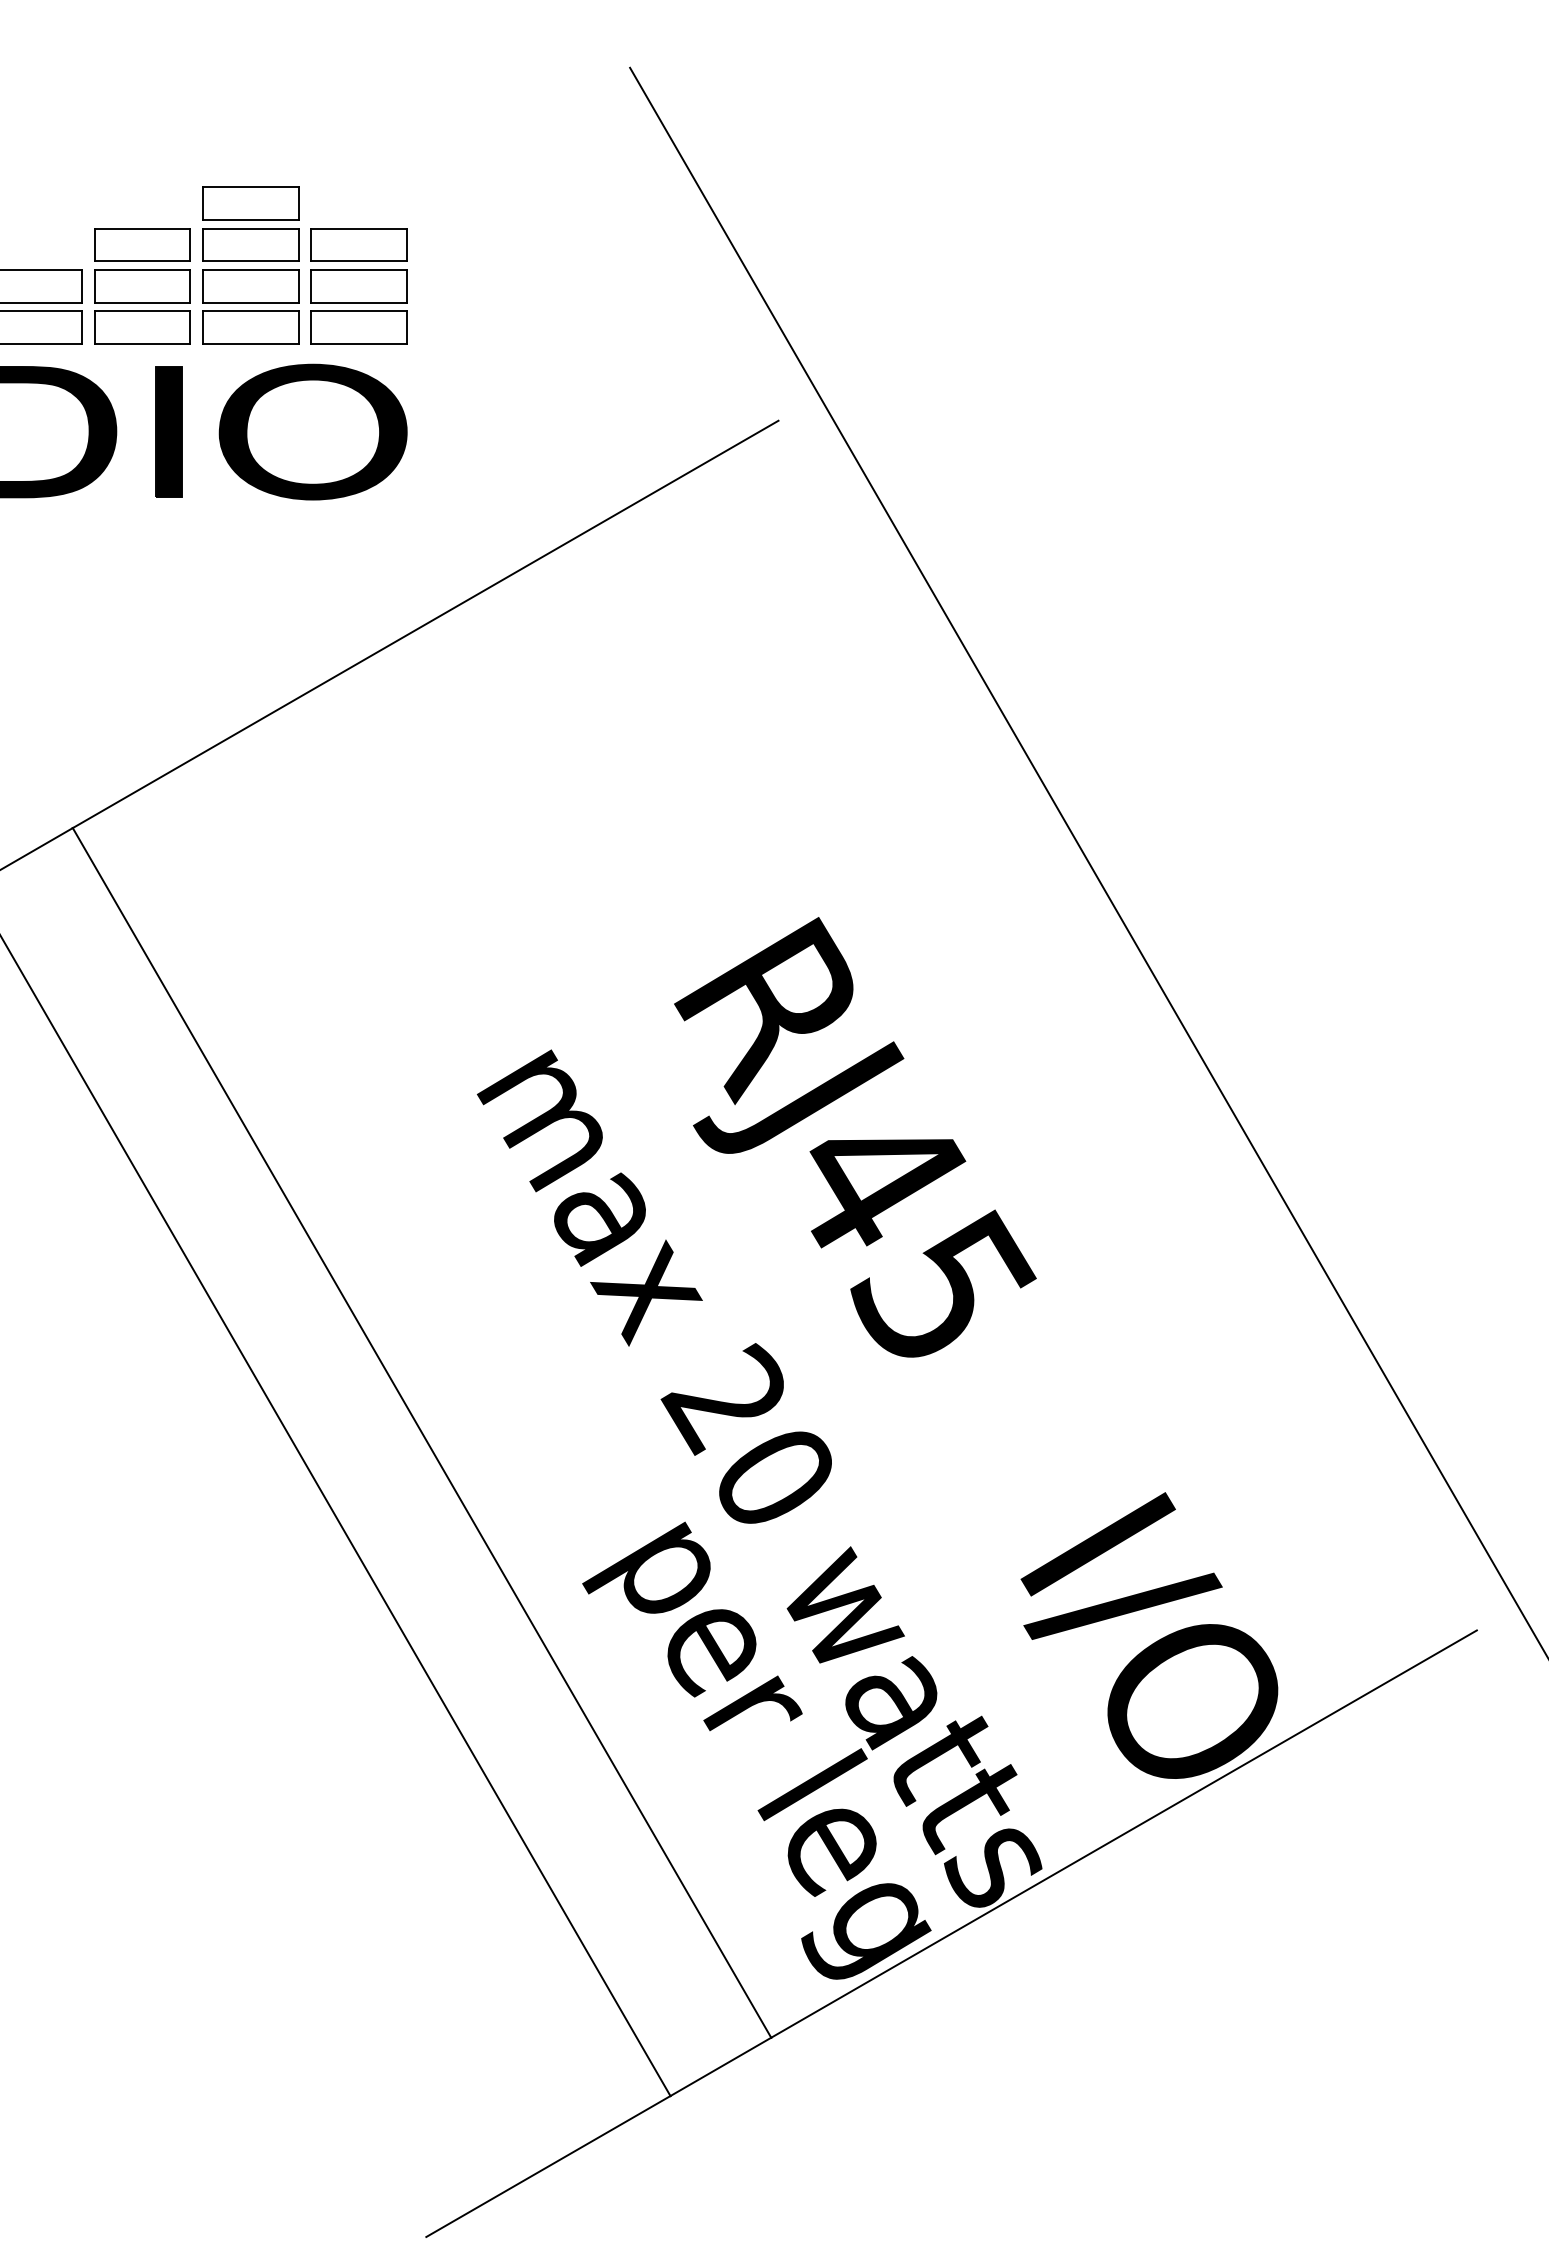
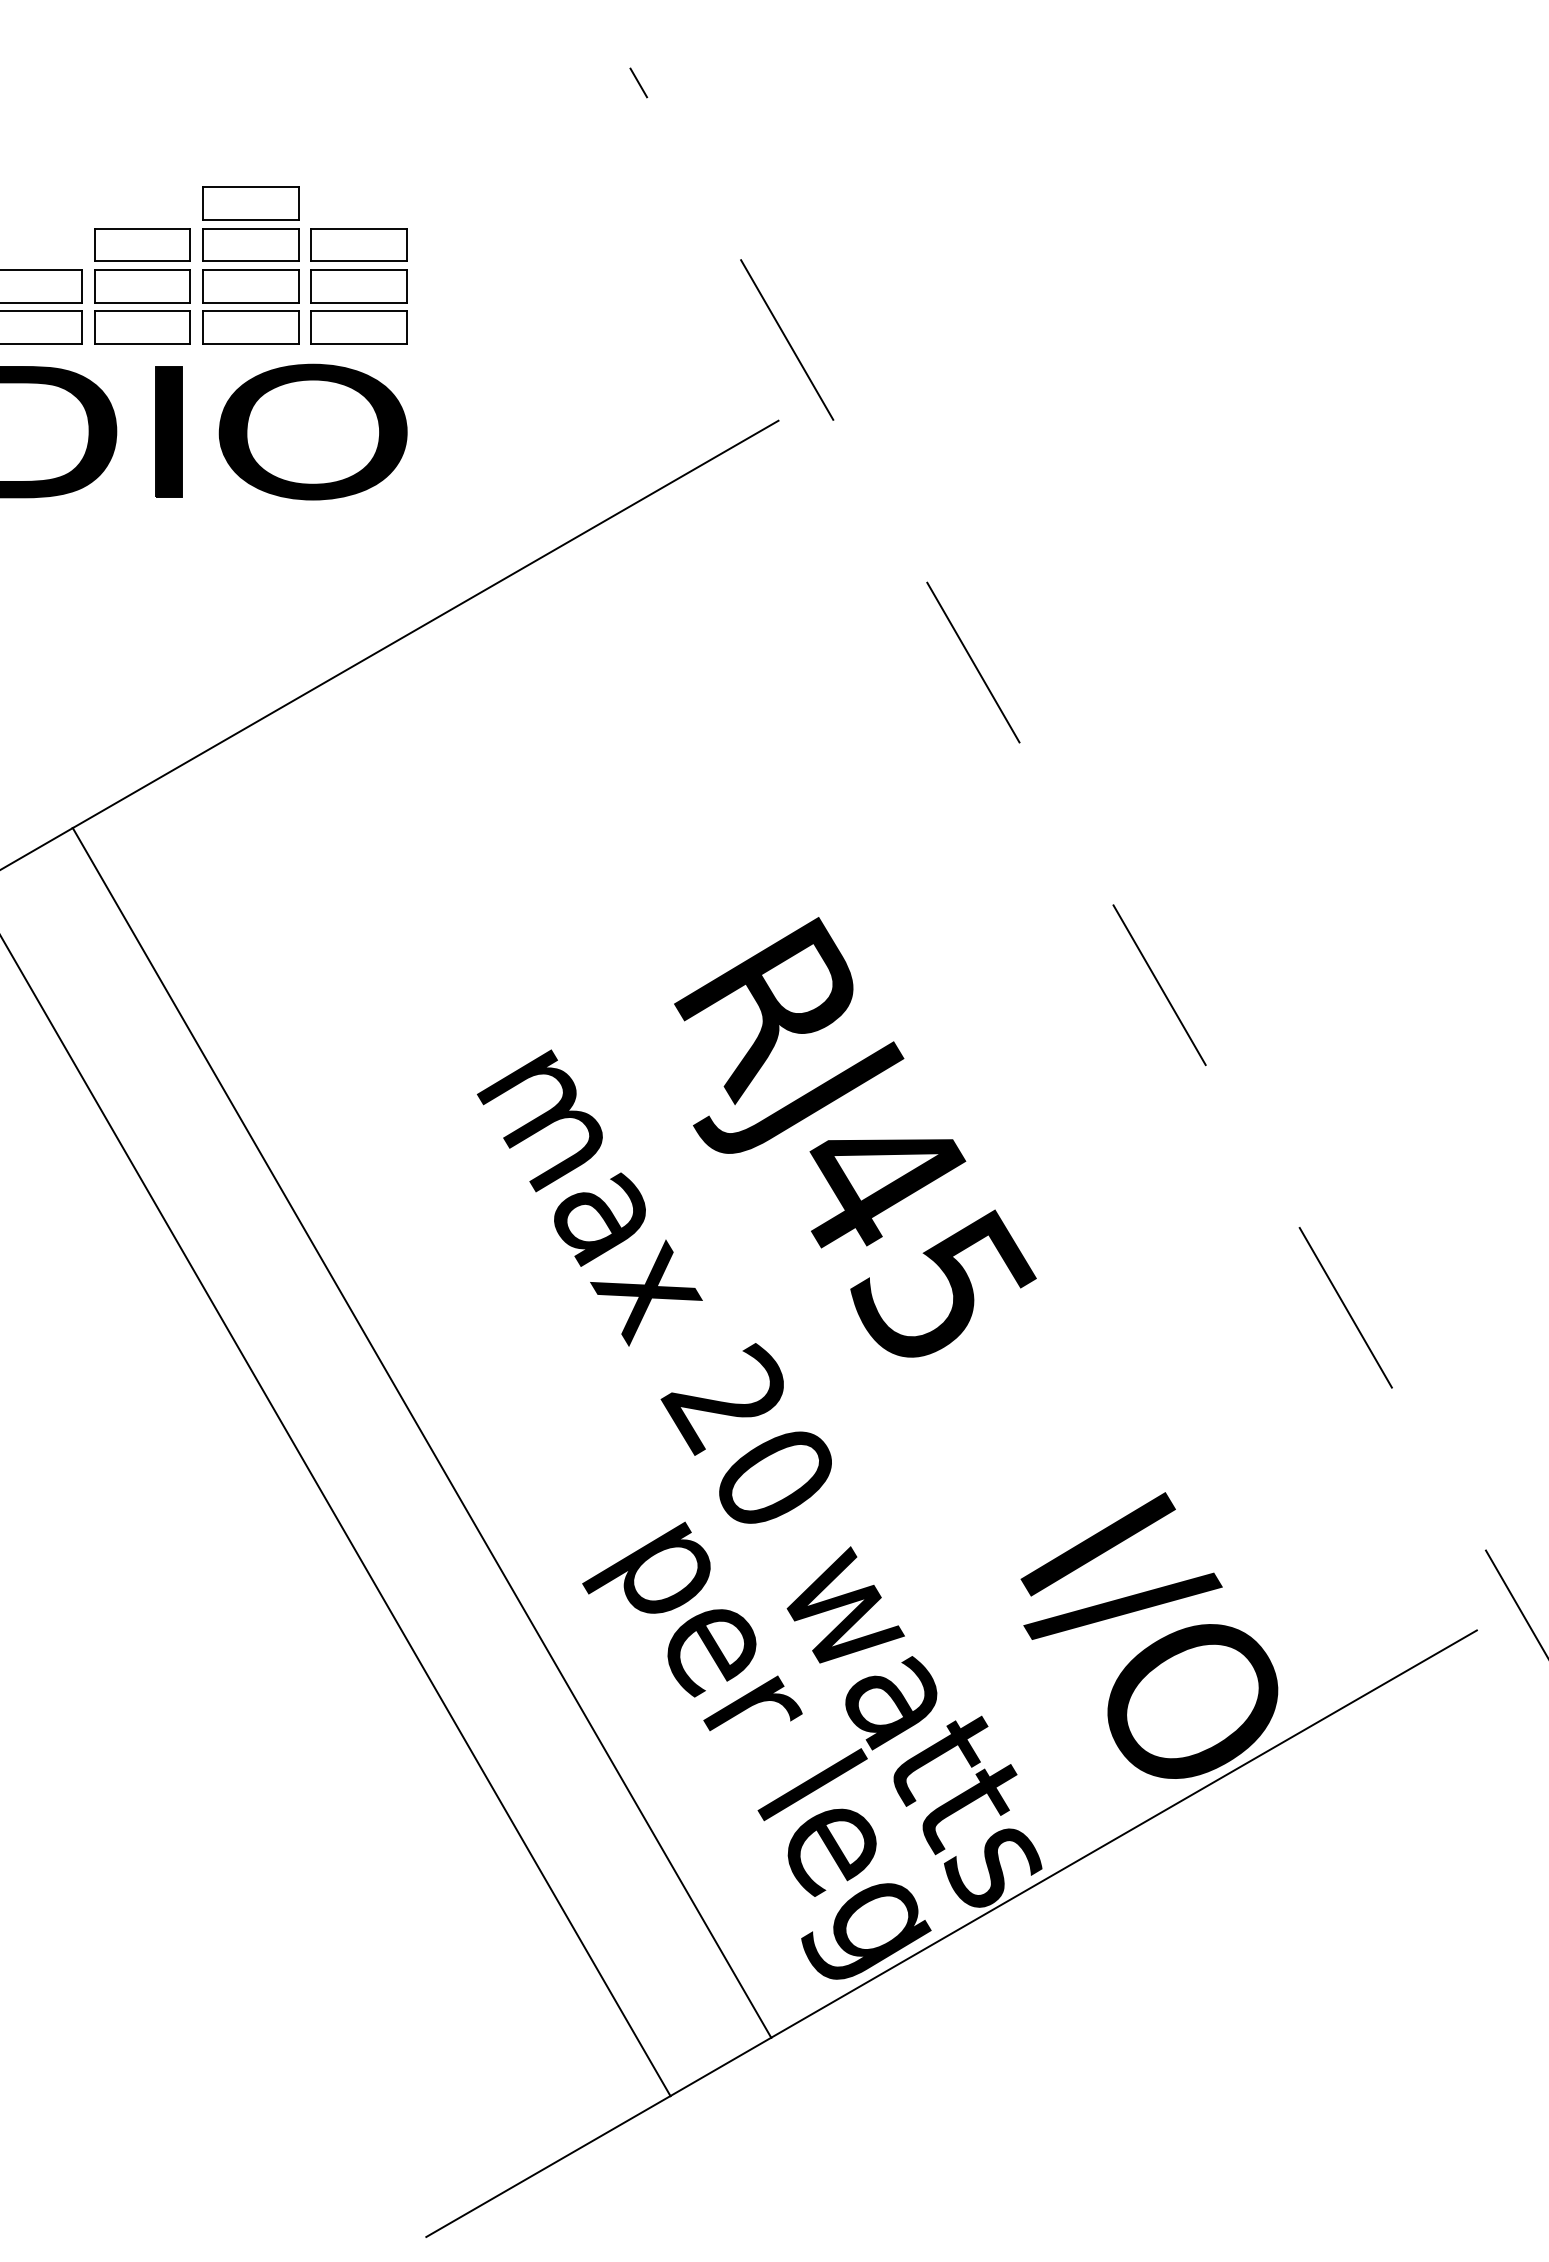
line at (1089, 863): solid -> dashed
